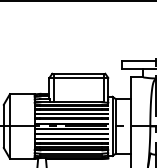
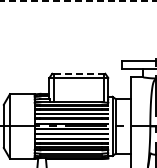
line at (78, 0): solid -> dashed
line at (79, 73): solid -> dashed
